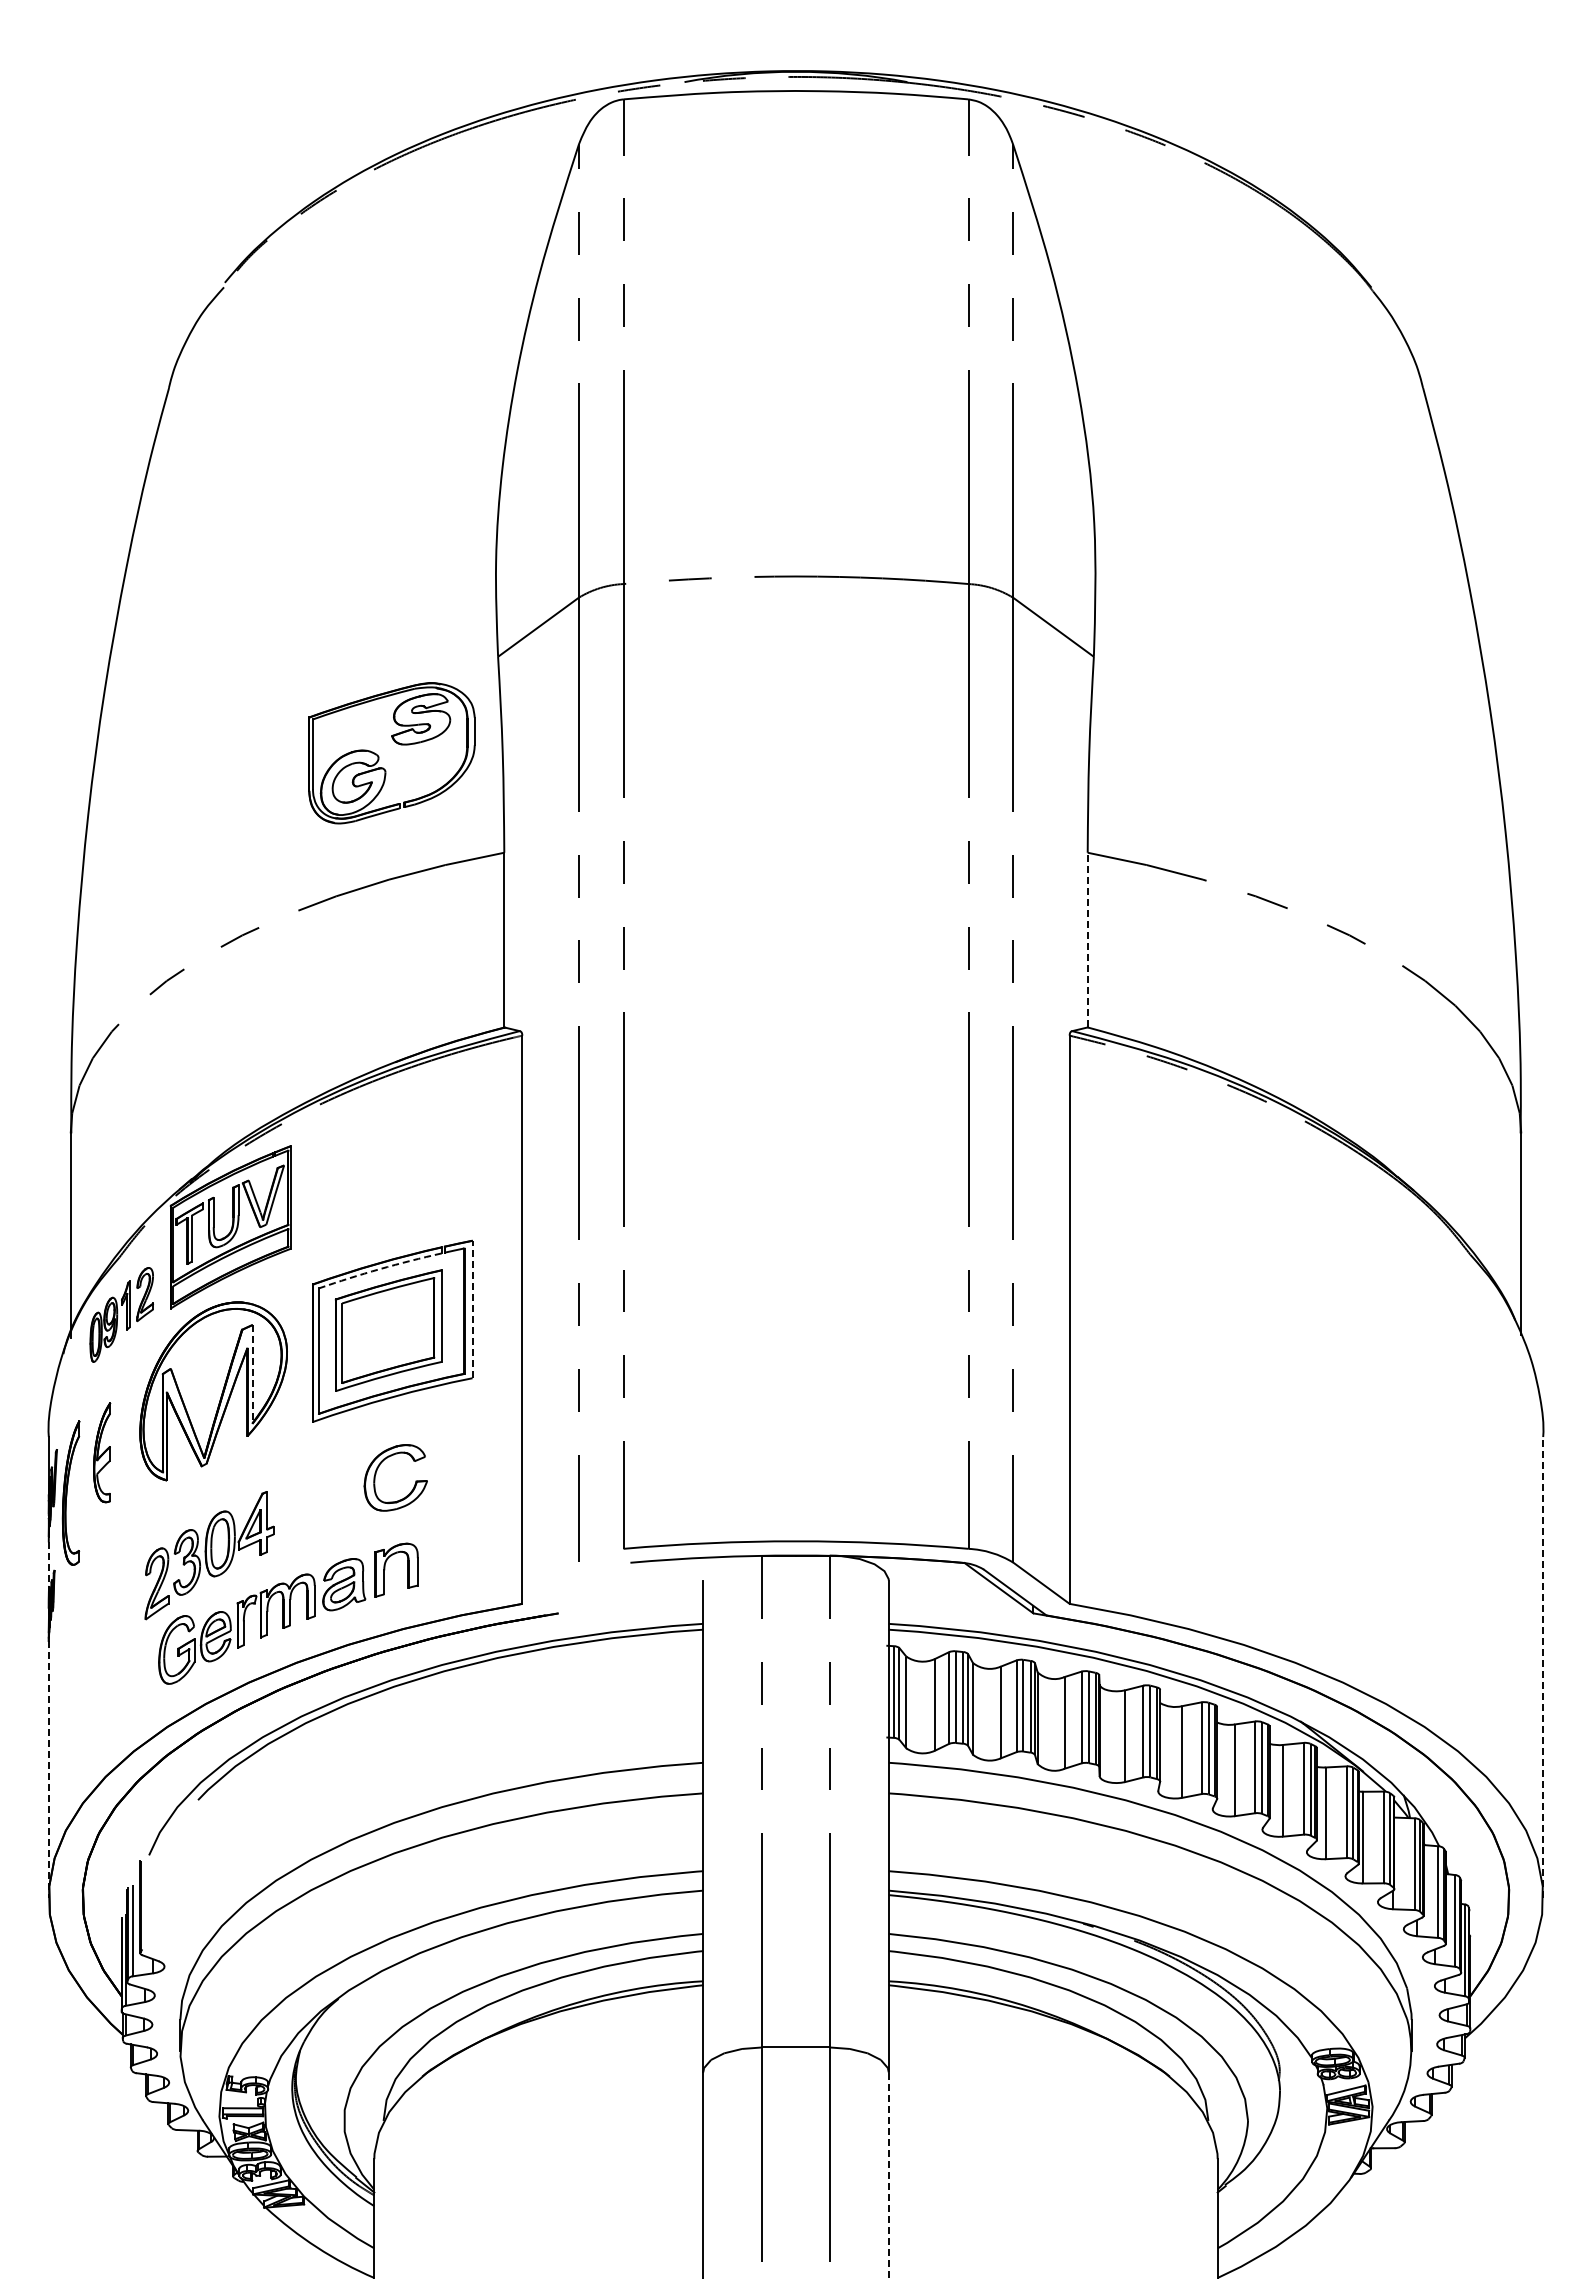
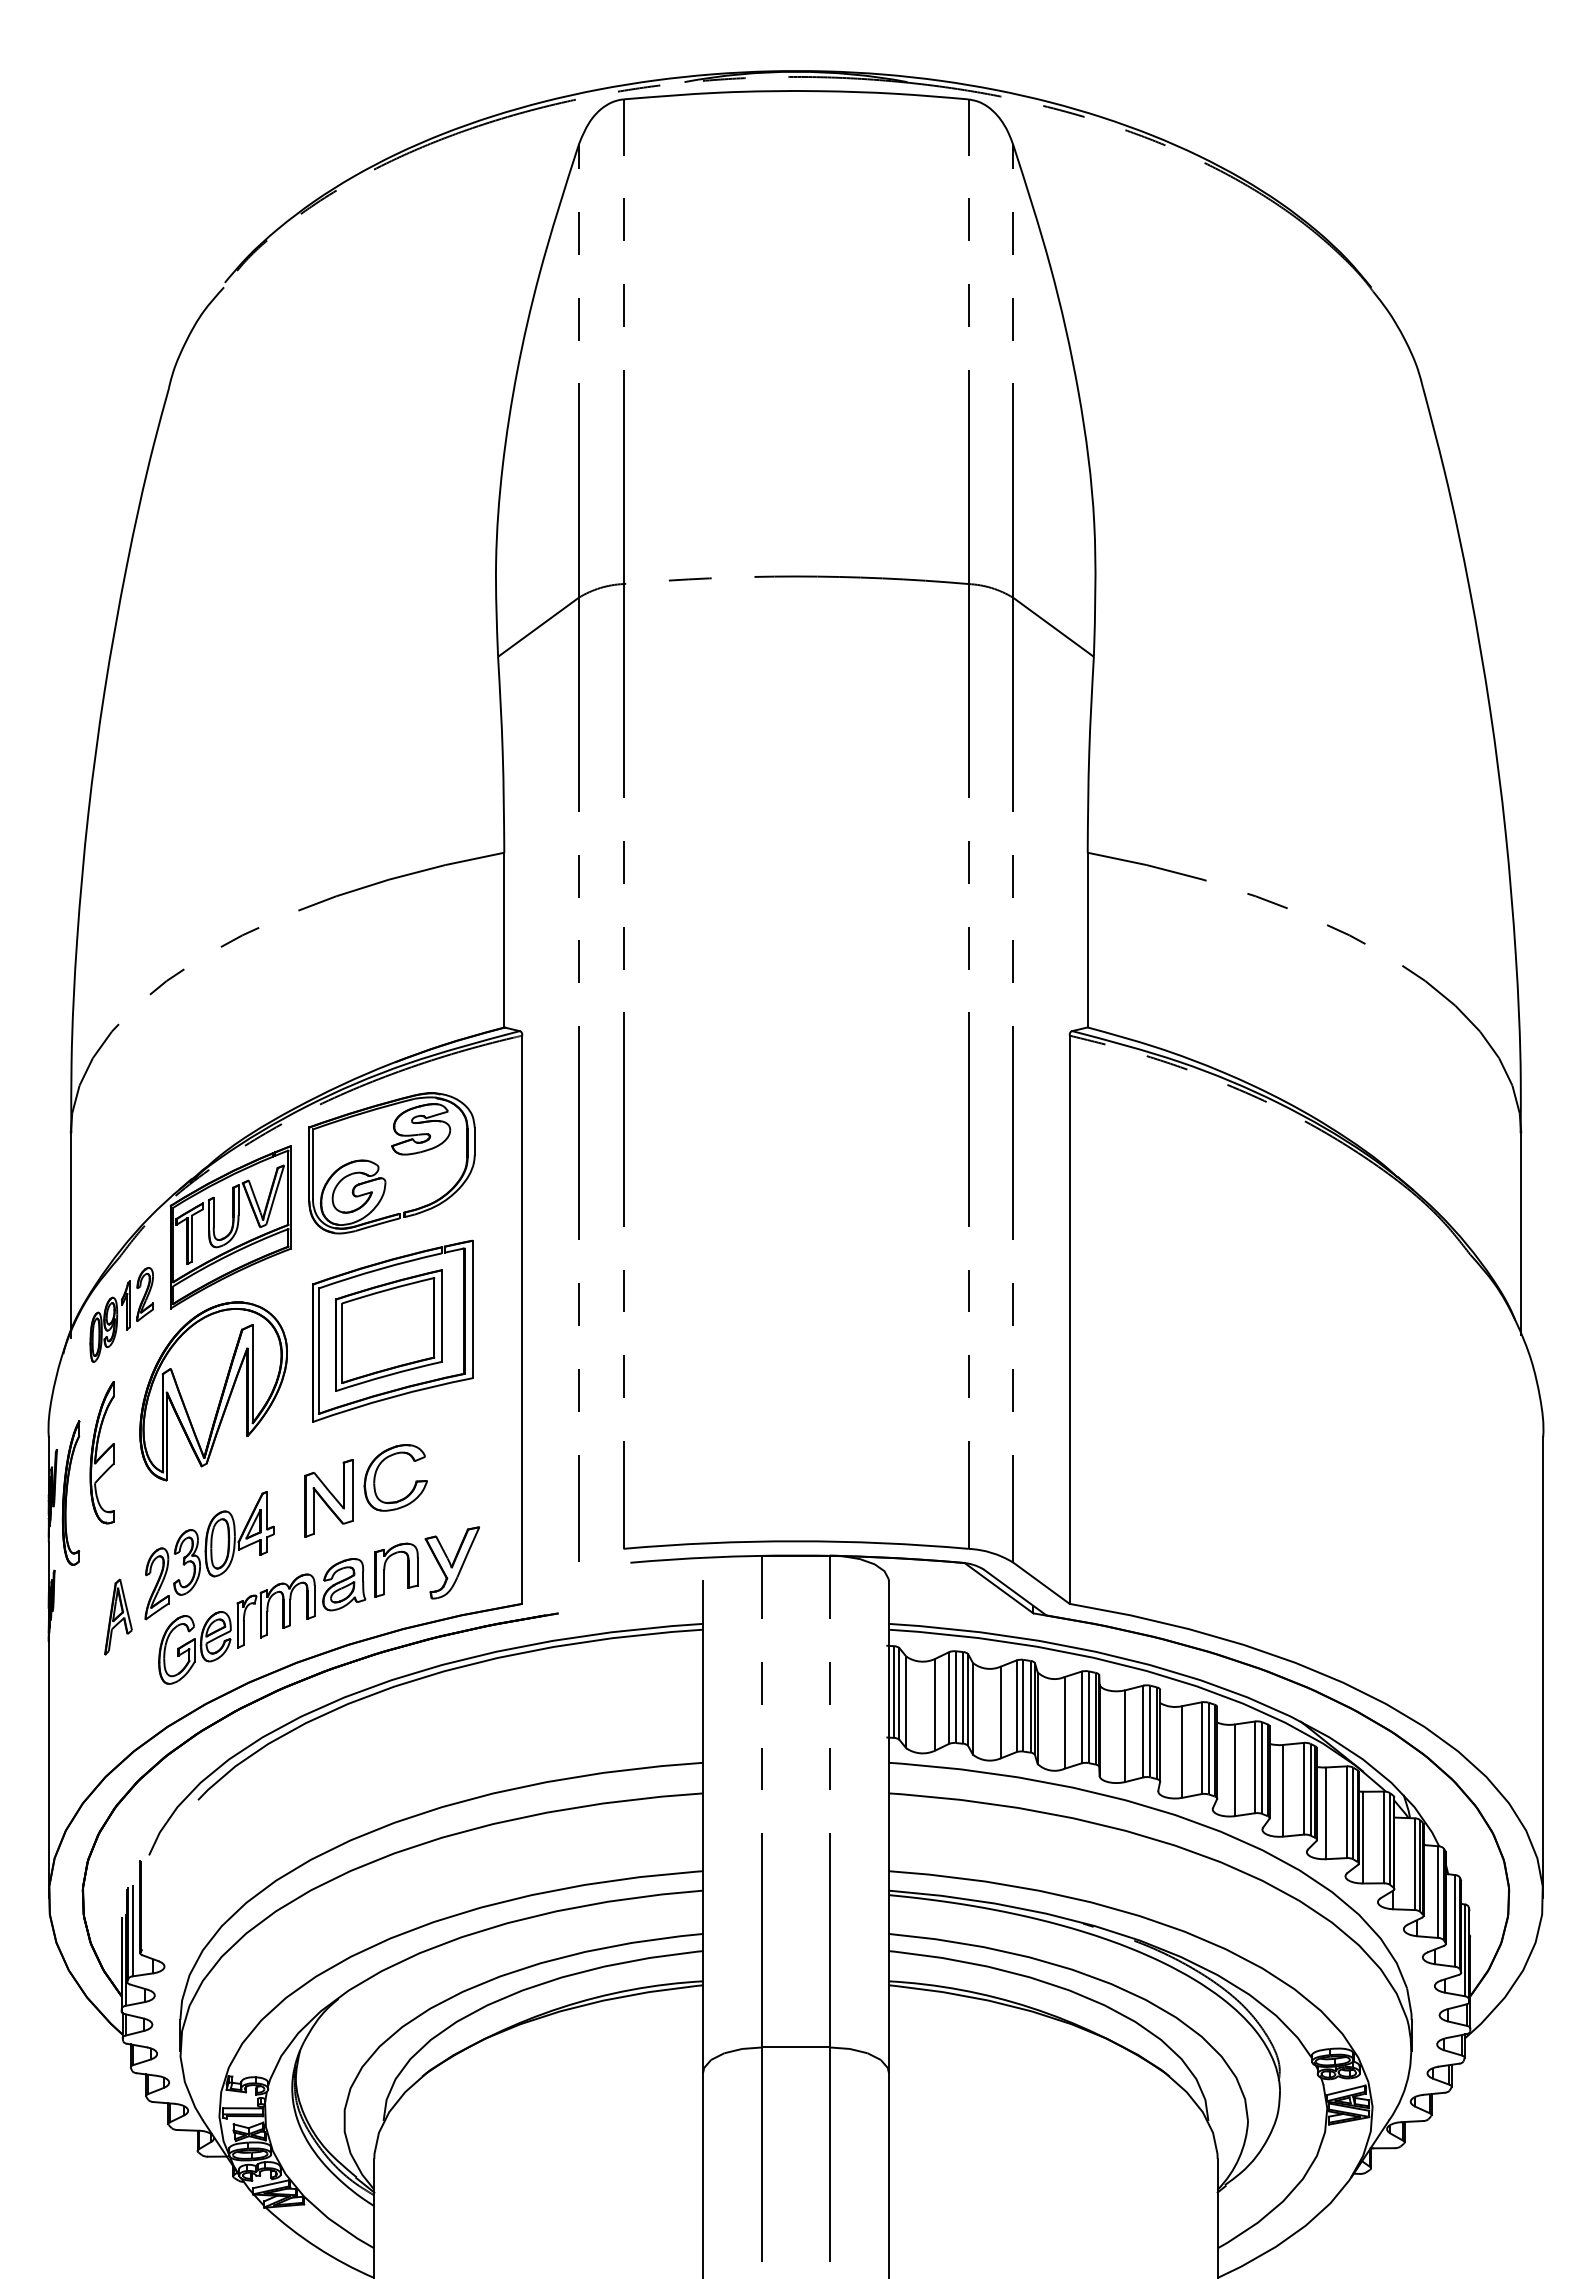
part at (397, 744) position: (397, 744) -> (397, 1154)
line at (1087, 939): dashed -> solid
arc at (379, 1269): dashed -> solid
line at (472, 1309): dashed -> solid
line at (252, 1374): dashed -> solid
part at (102, 1452) size: 19x102 px -> 26x144 px
part at (328, 1498): none -> present
part at (451, 1562): none -> present
part at (118, 1616): none -> present
line at (1543, 1666): dashed -> solid
line at (48, 1720): dashed -> solid
line at (888, 2175): dashed -> solid
